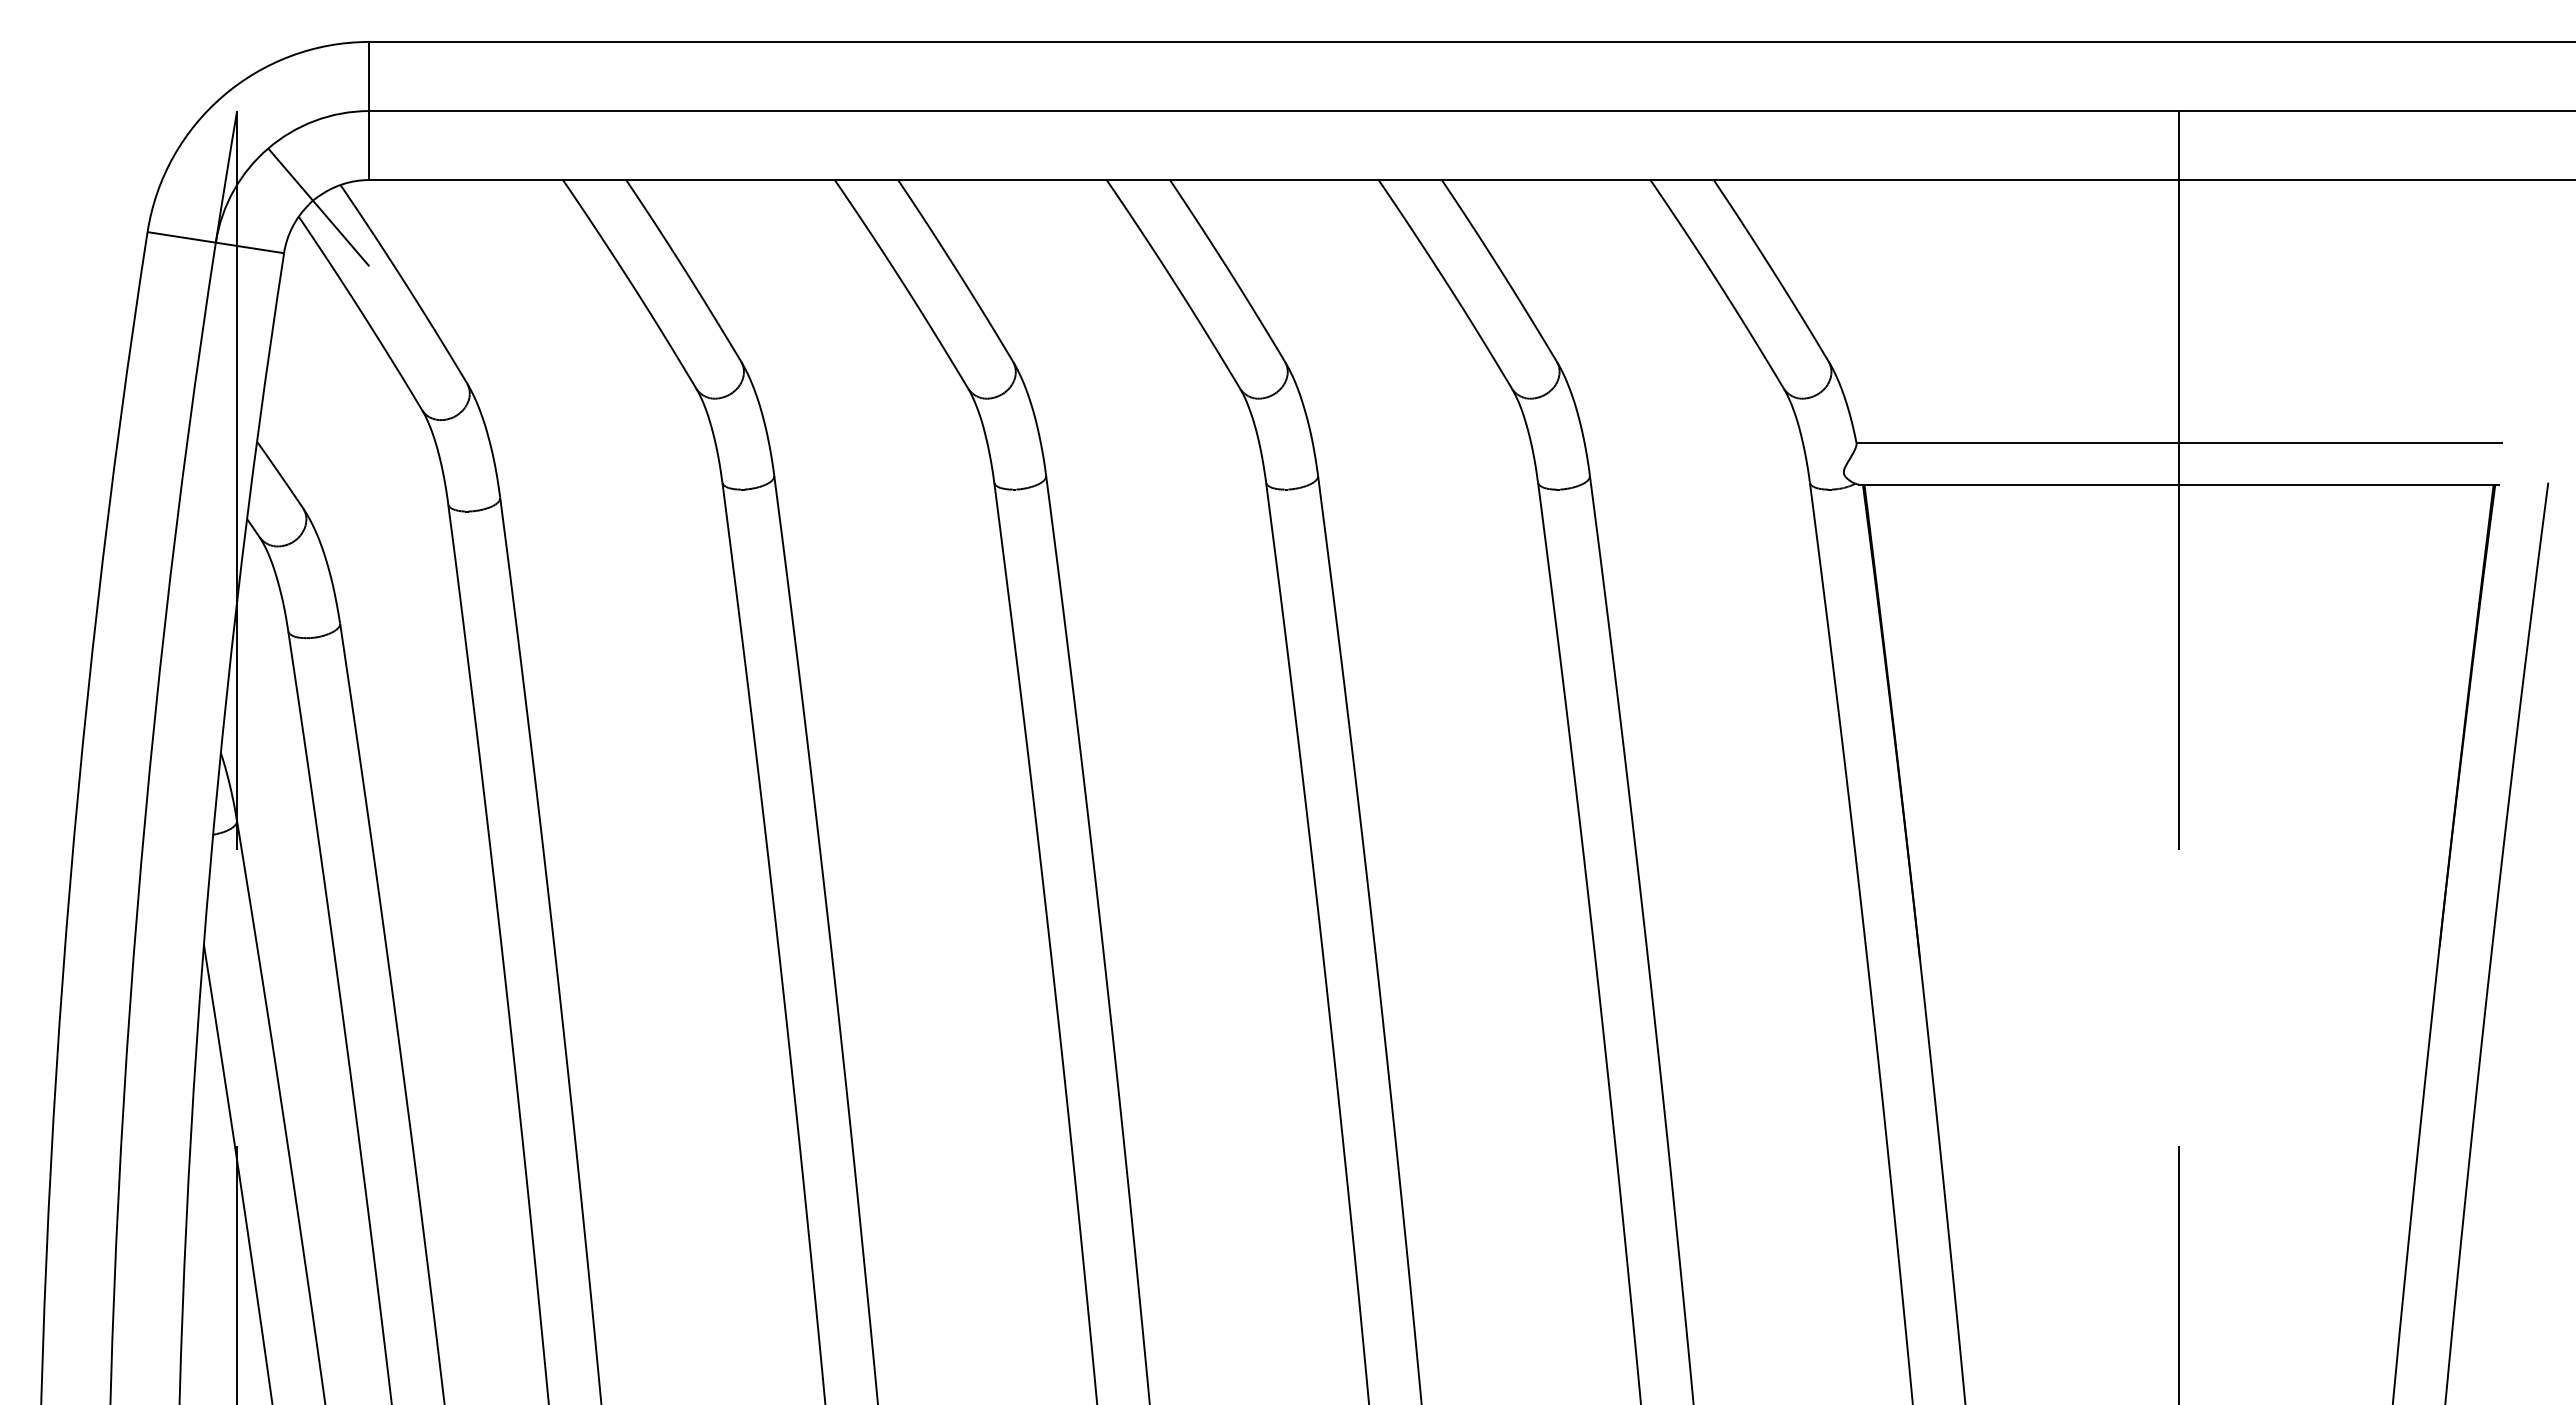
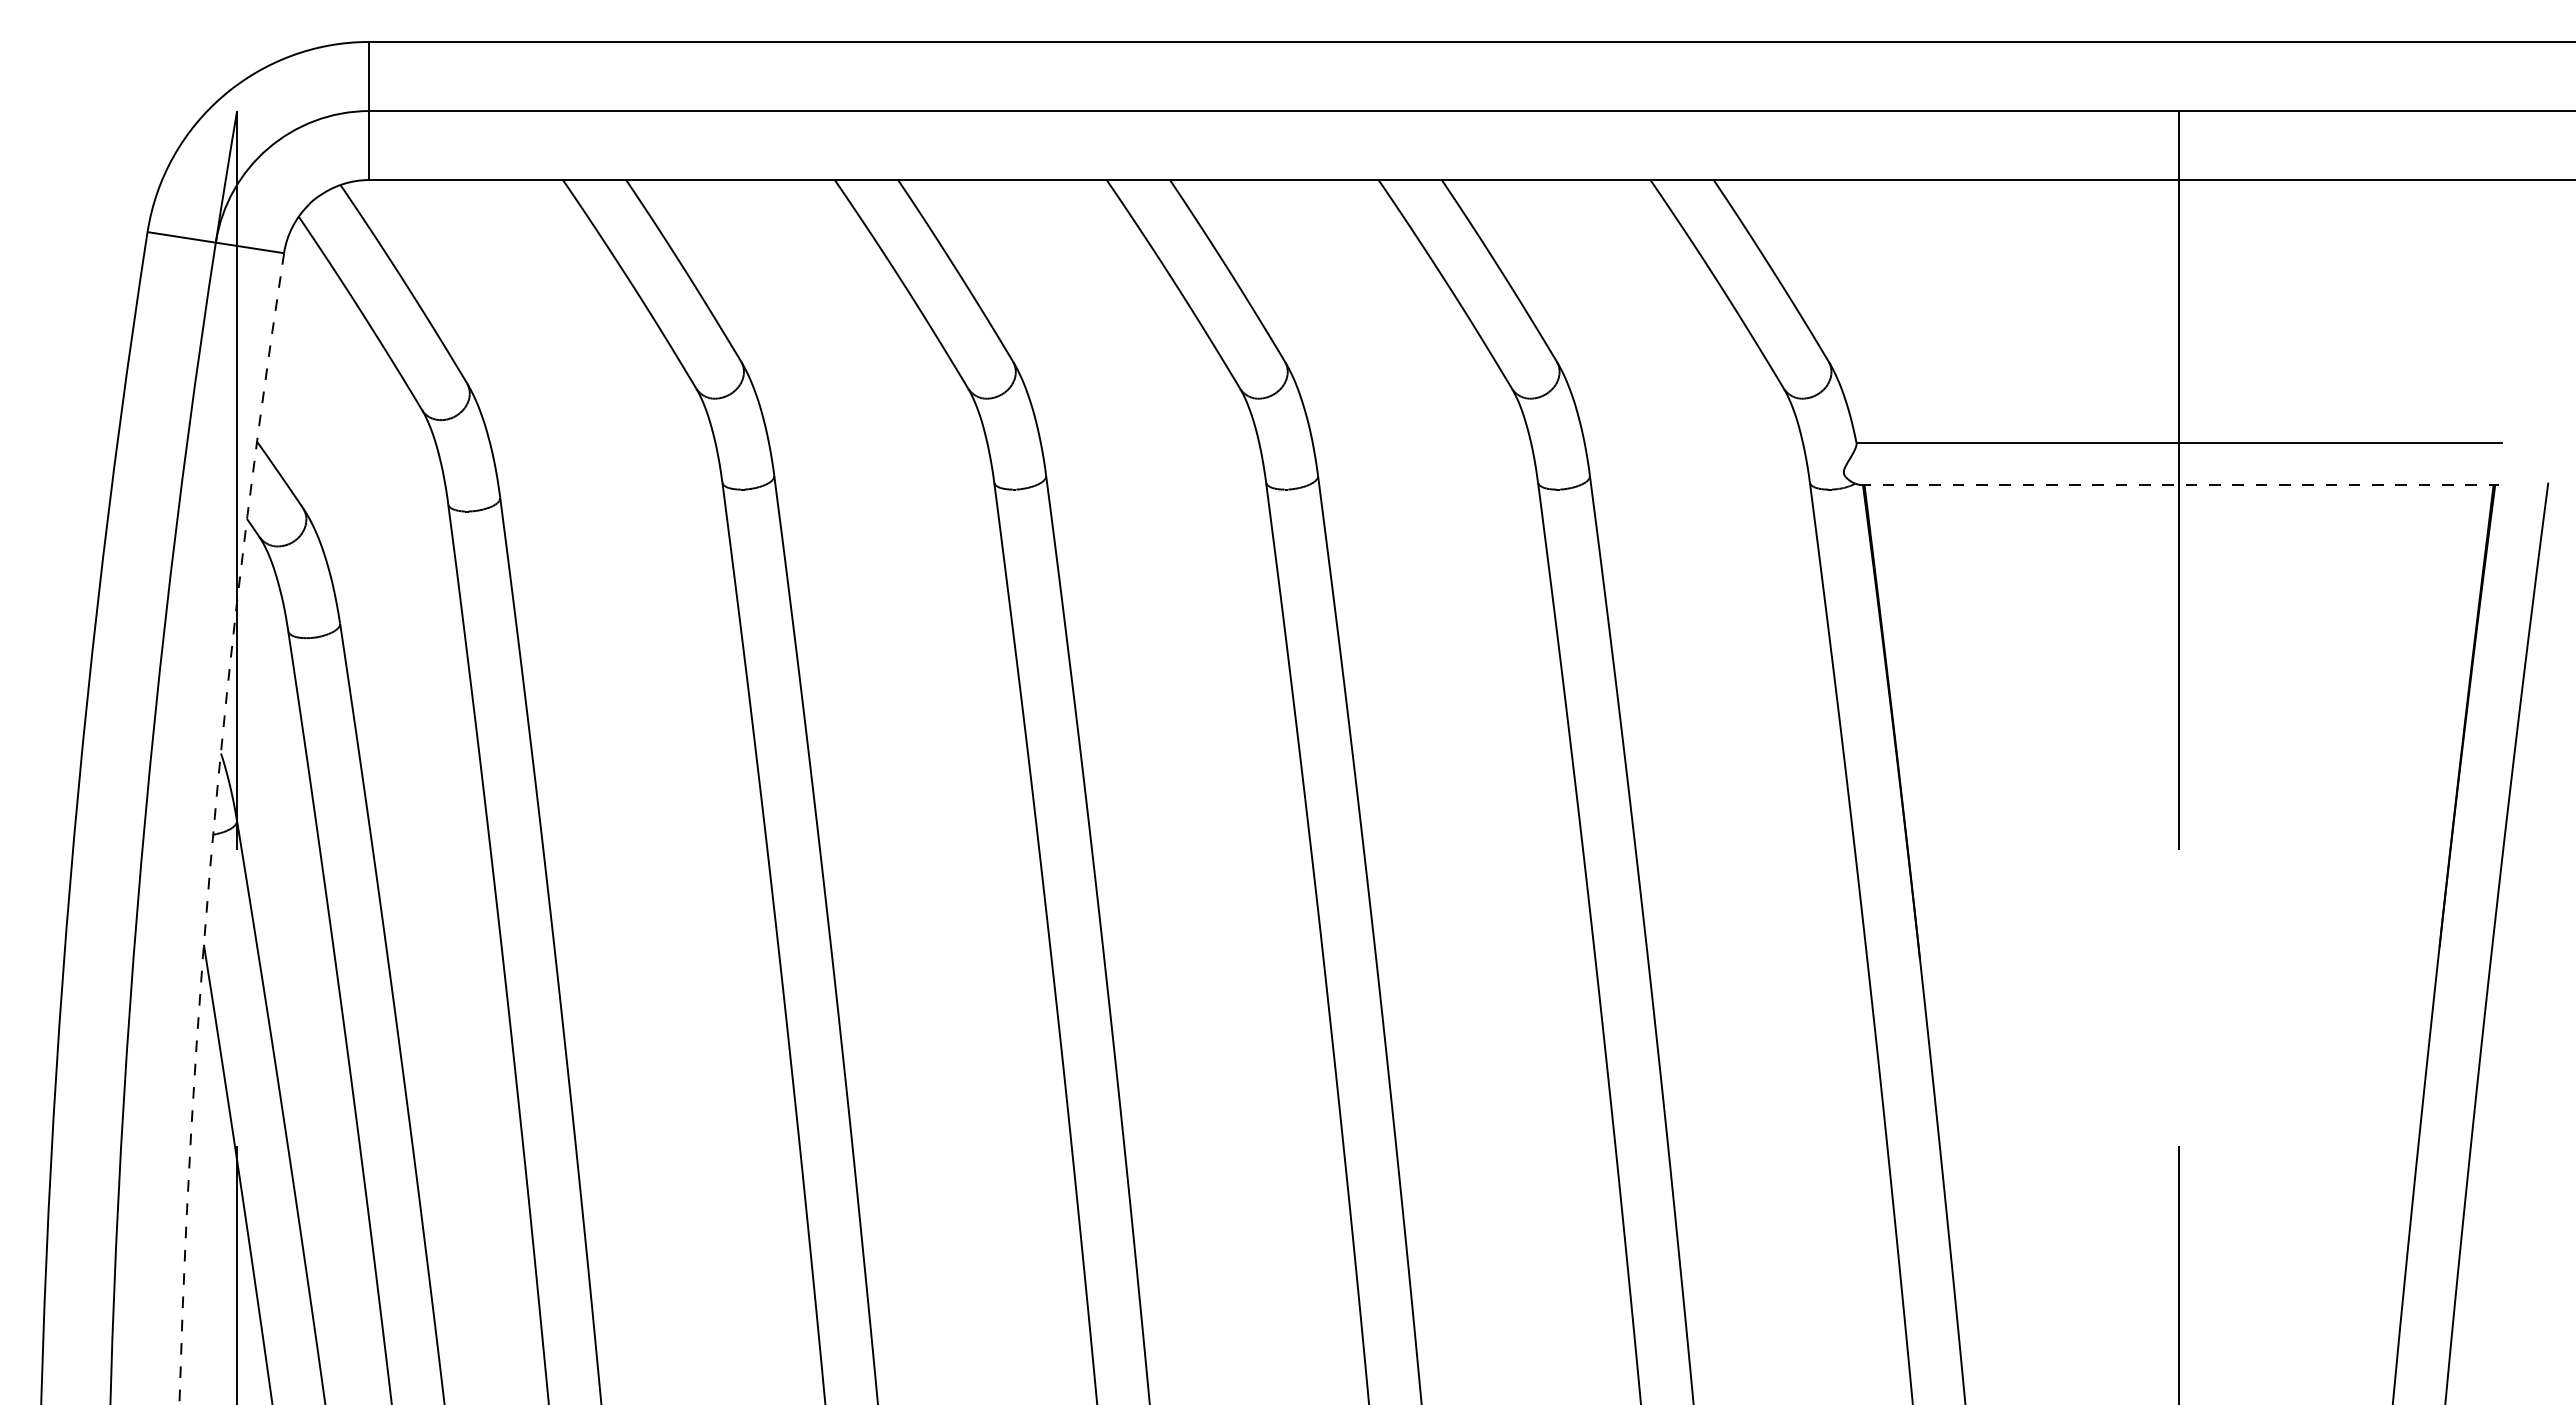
line at (318, 207): present -> none
line at (2179, 484): solid -> dashed
arc at (213, 827): solid -> dashed
